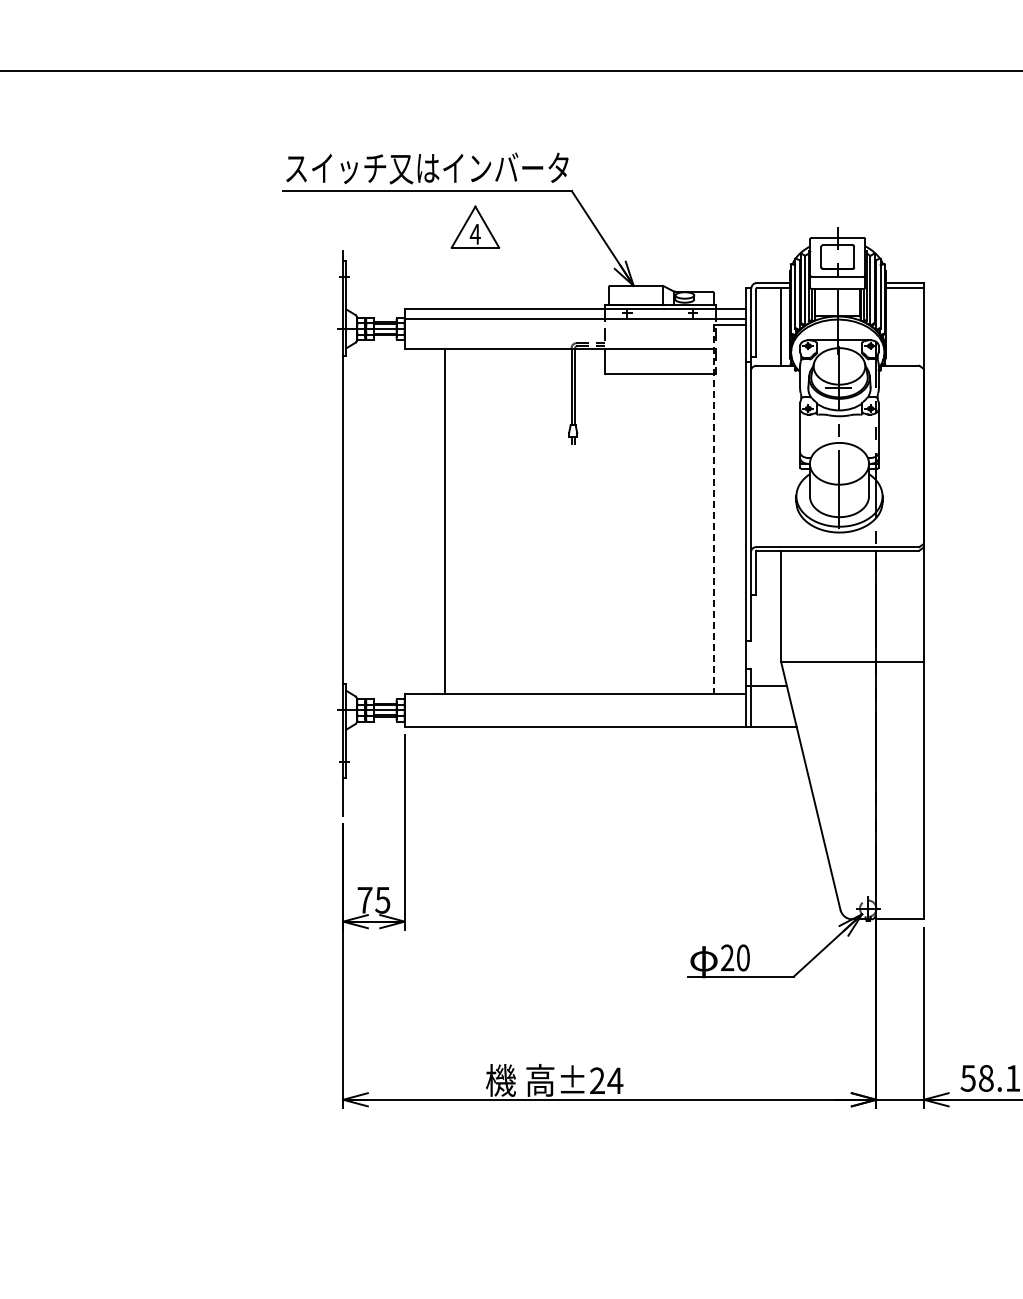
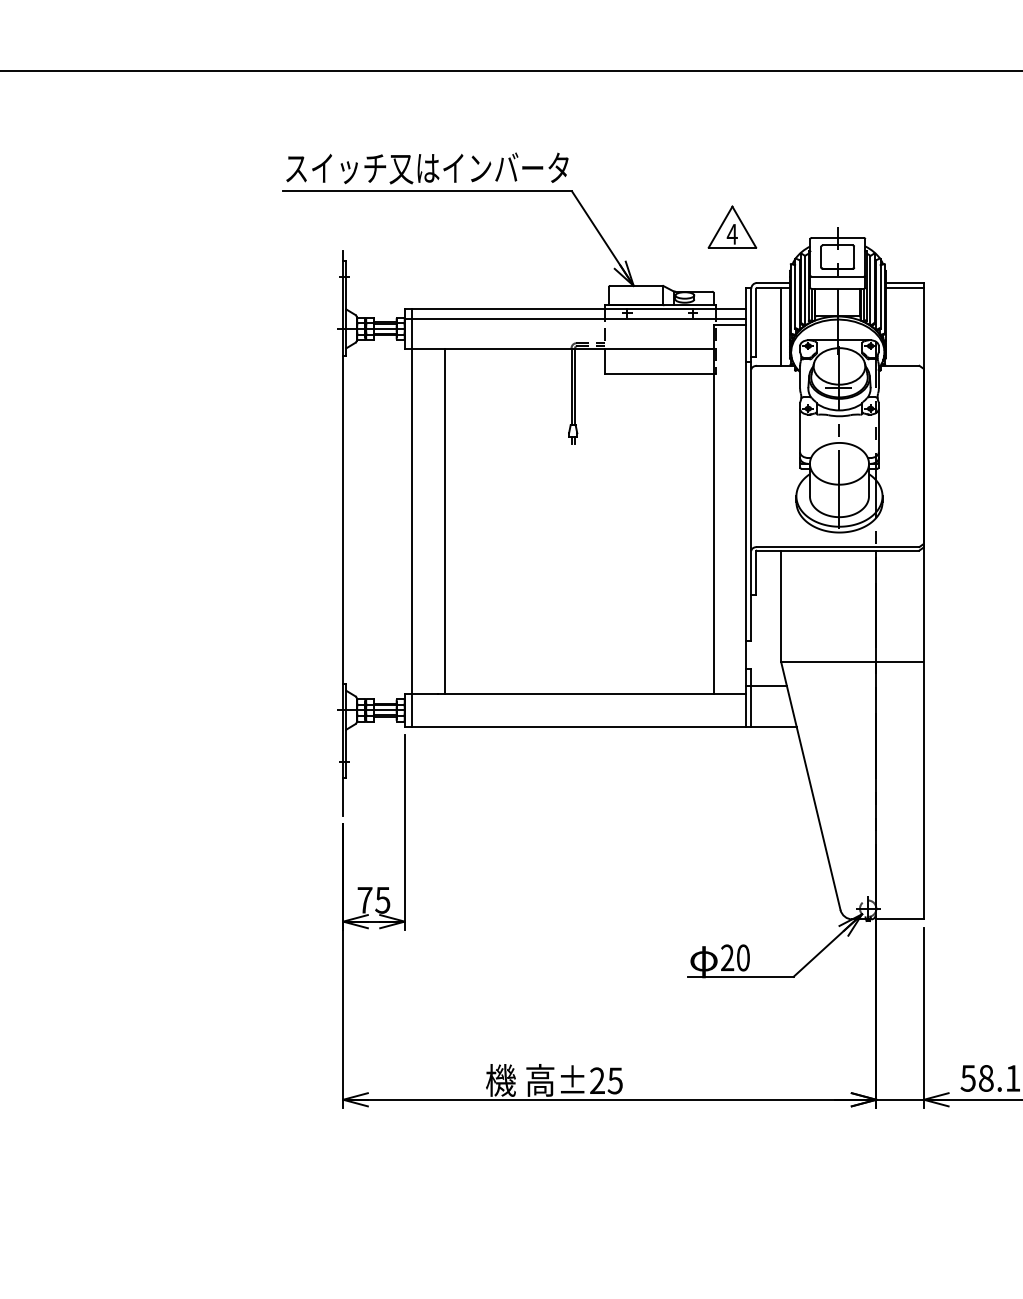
part at (475, 226) position: (475, 226) -> (732, 226)
line at (713, 509): dashed -> solid
line at (412, 517): none -> present
text at (615, 1080): ±24 -> ±25
